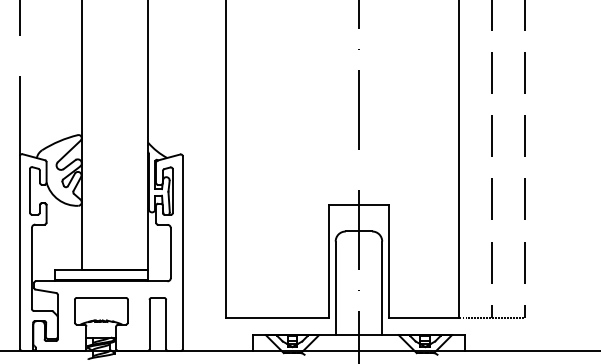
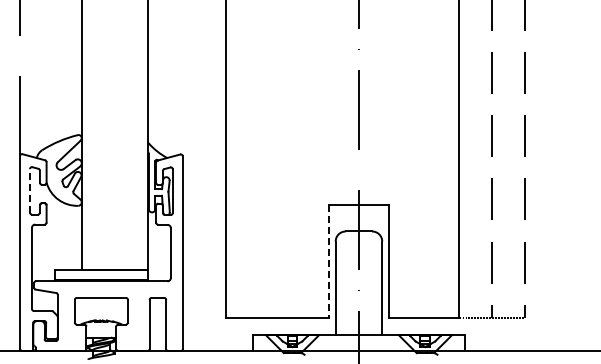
line at (29, 190): solid -> dashed
line at (329, 261): solid -> dashed
